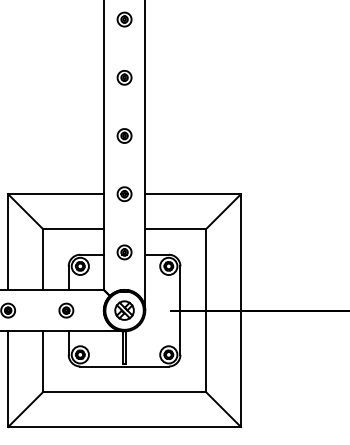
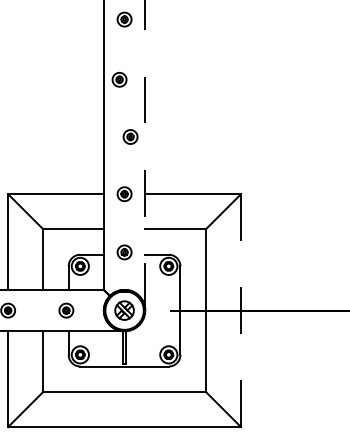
part at (124, 77) position: (124, 77) -> (119, 79)
part at (124, 135) position: (124, 135) -> (130, 136)
line at (145, 154): solid -> dashed
line at (241, 310): solid -> dashed
